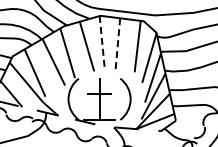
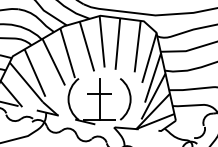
line at (102, 41): dashed -> solid
line at (117, 44): dashed -> solid
